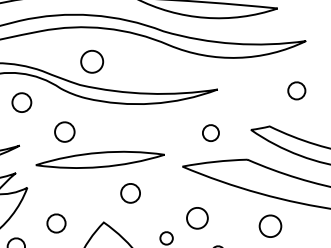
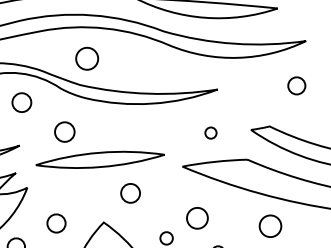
part at (92, 61) position: (92, 61) -> (87, 58)
part at (296, 90) position: (296, 90) -> (296, 85)
part at (210, 132) size: 18x18 px -> 14x14 px
